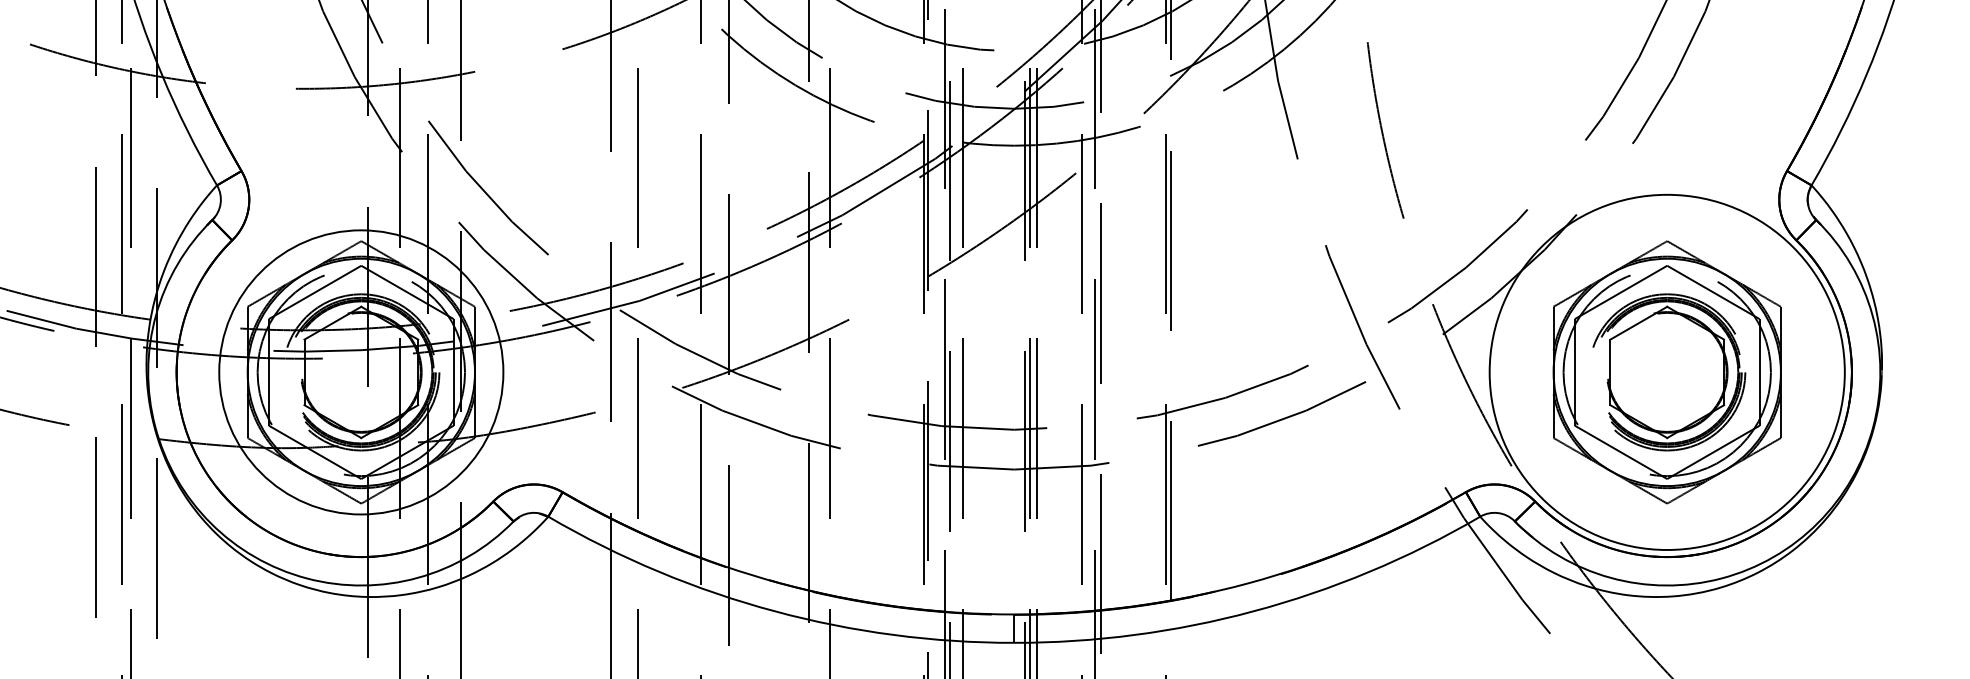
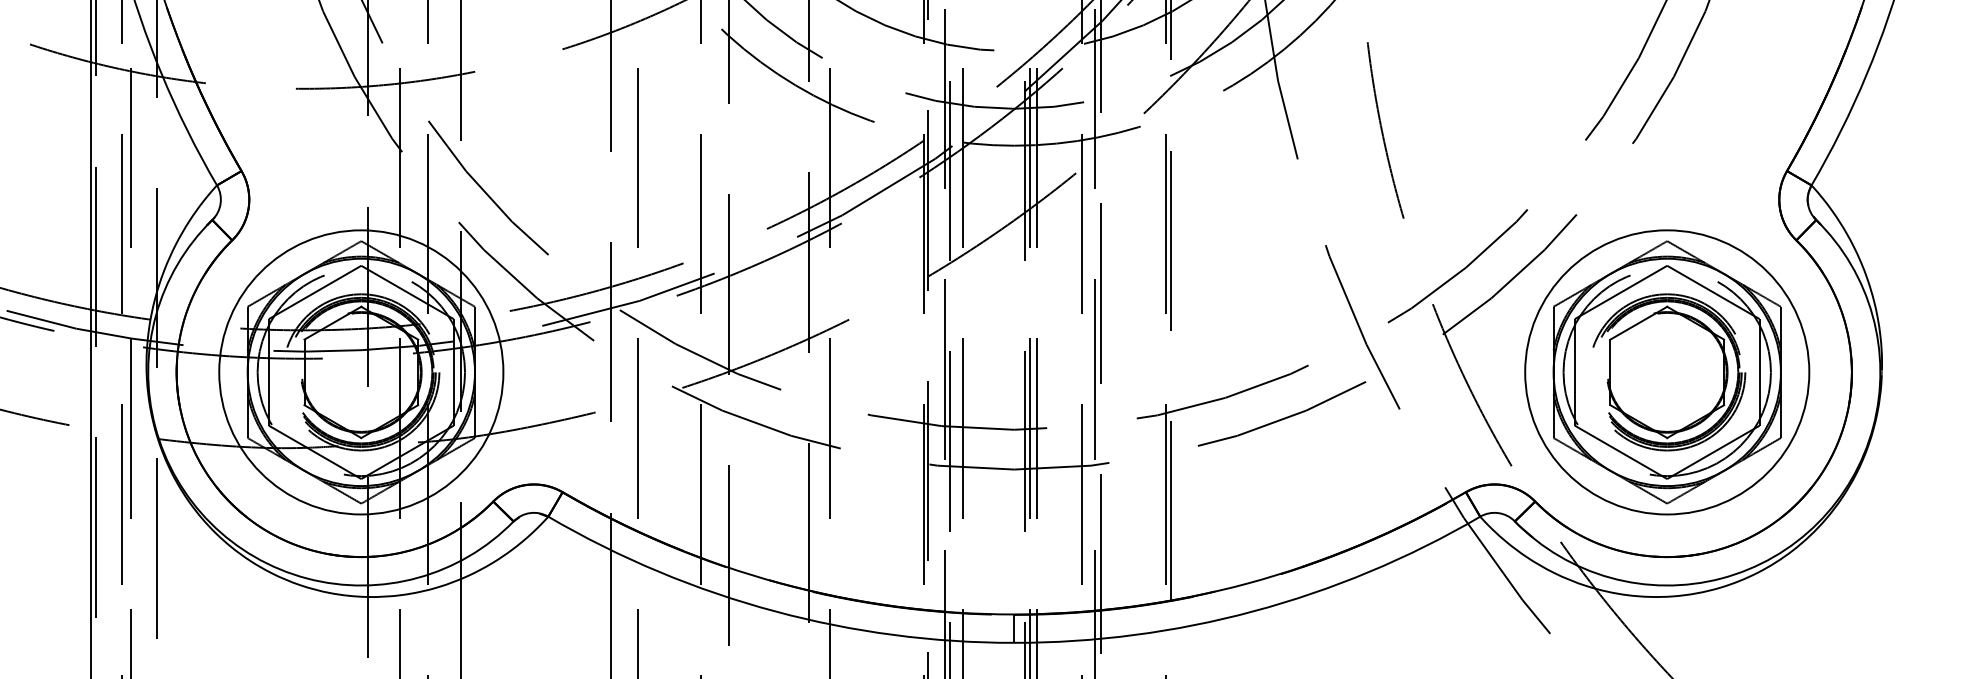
line at (90, 338): none -> present
circle at (1666, 372) diameter: 355 px -> 284 px
